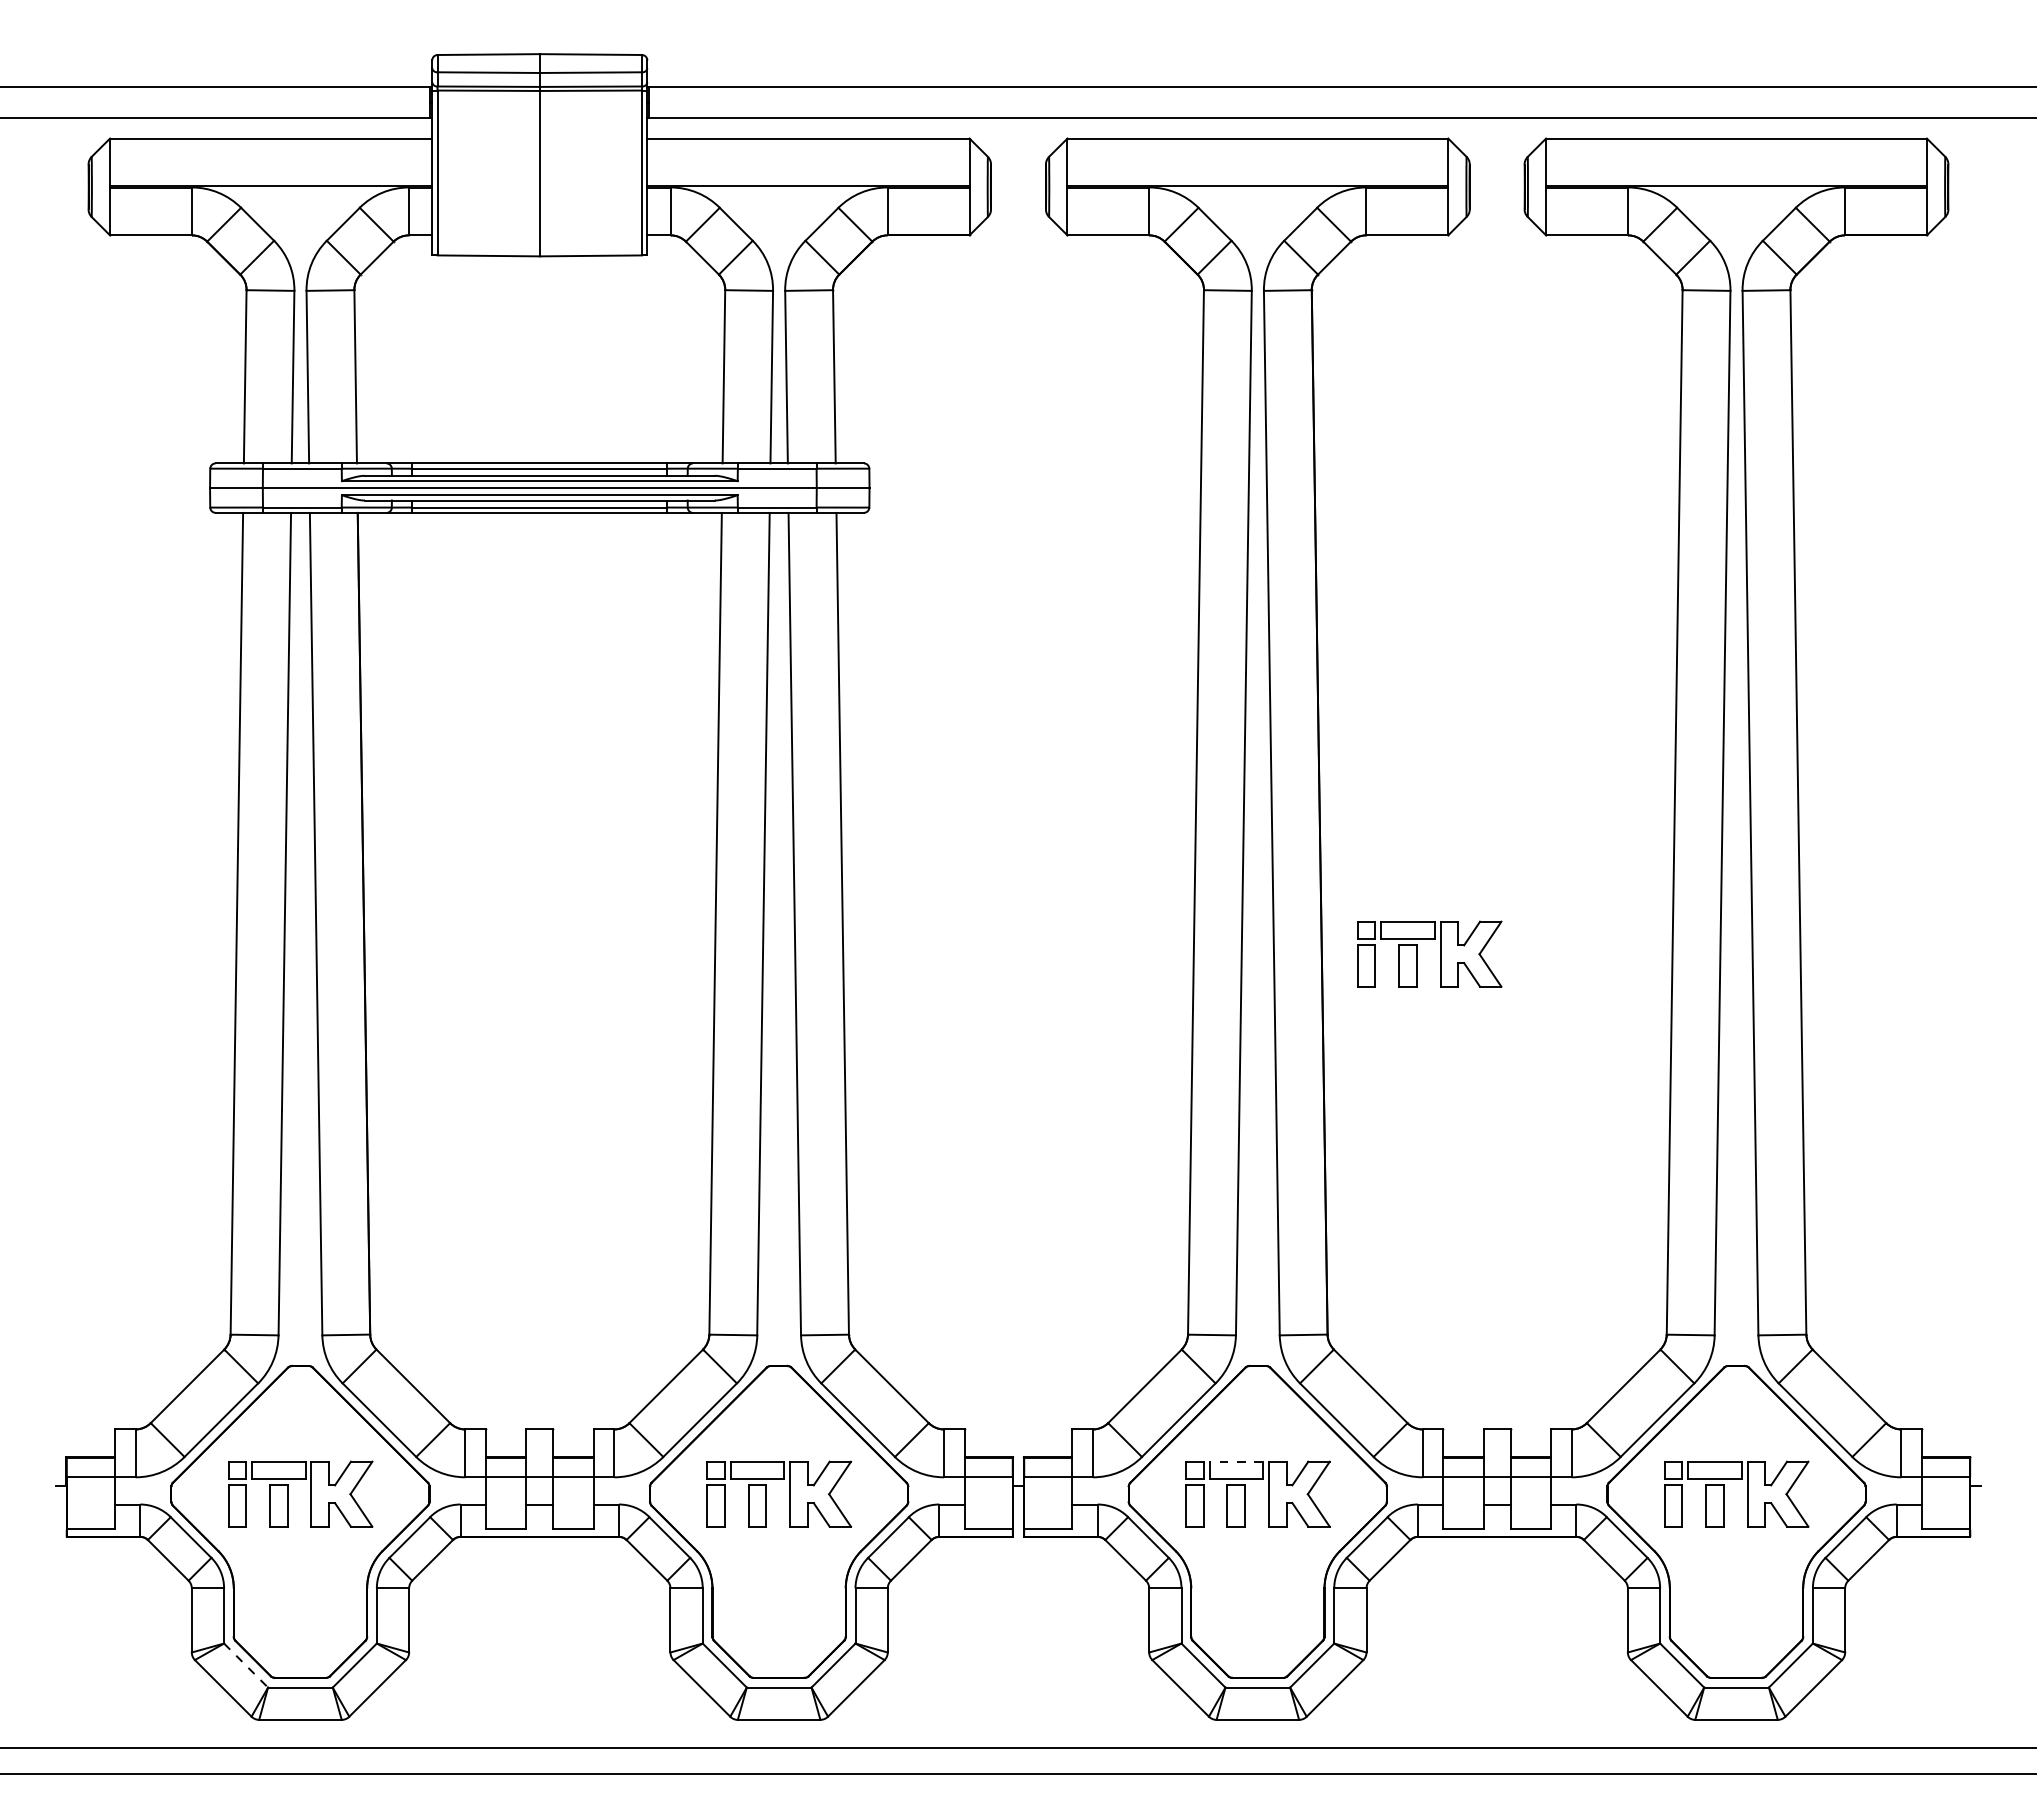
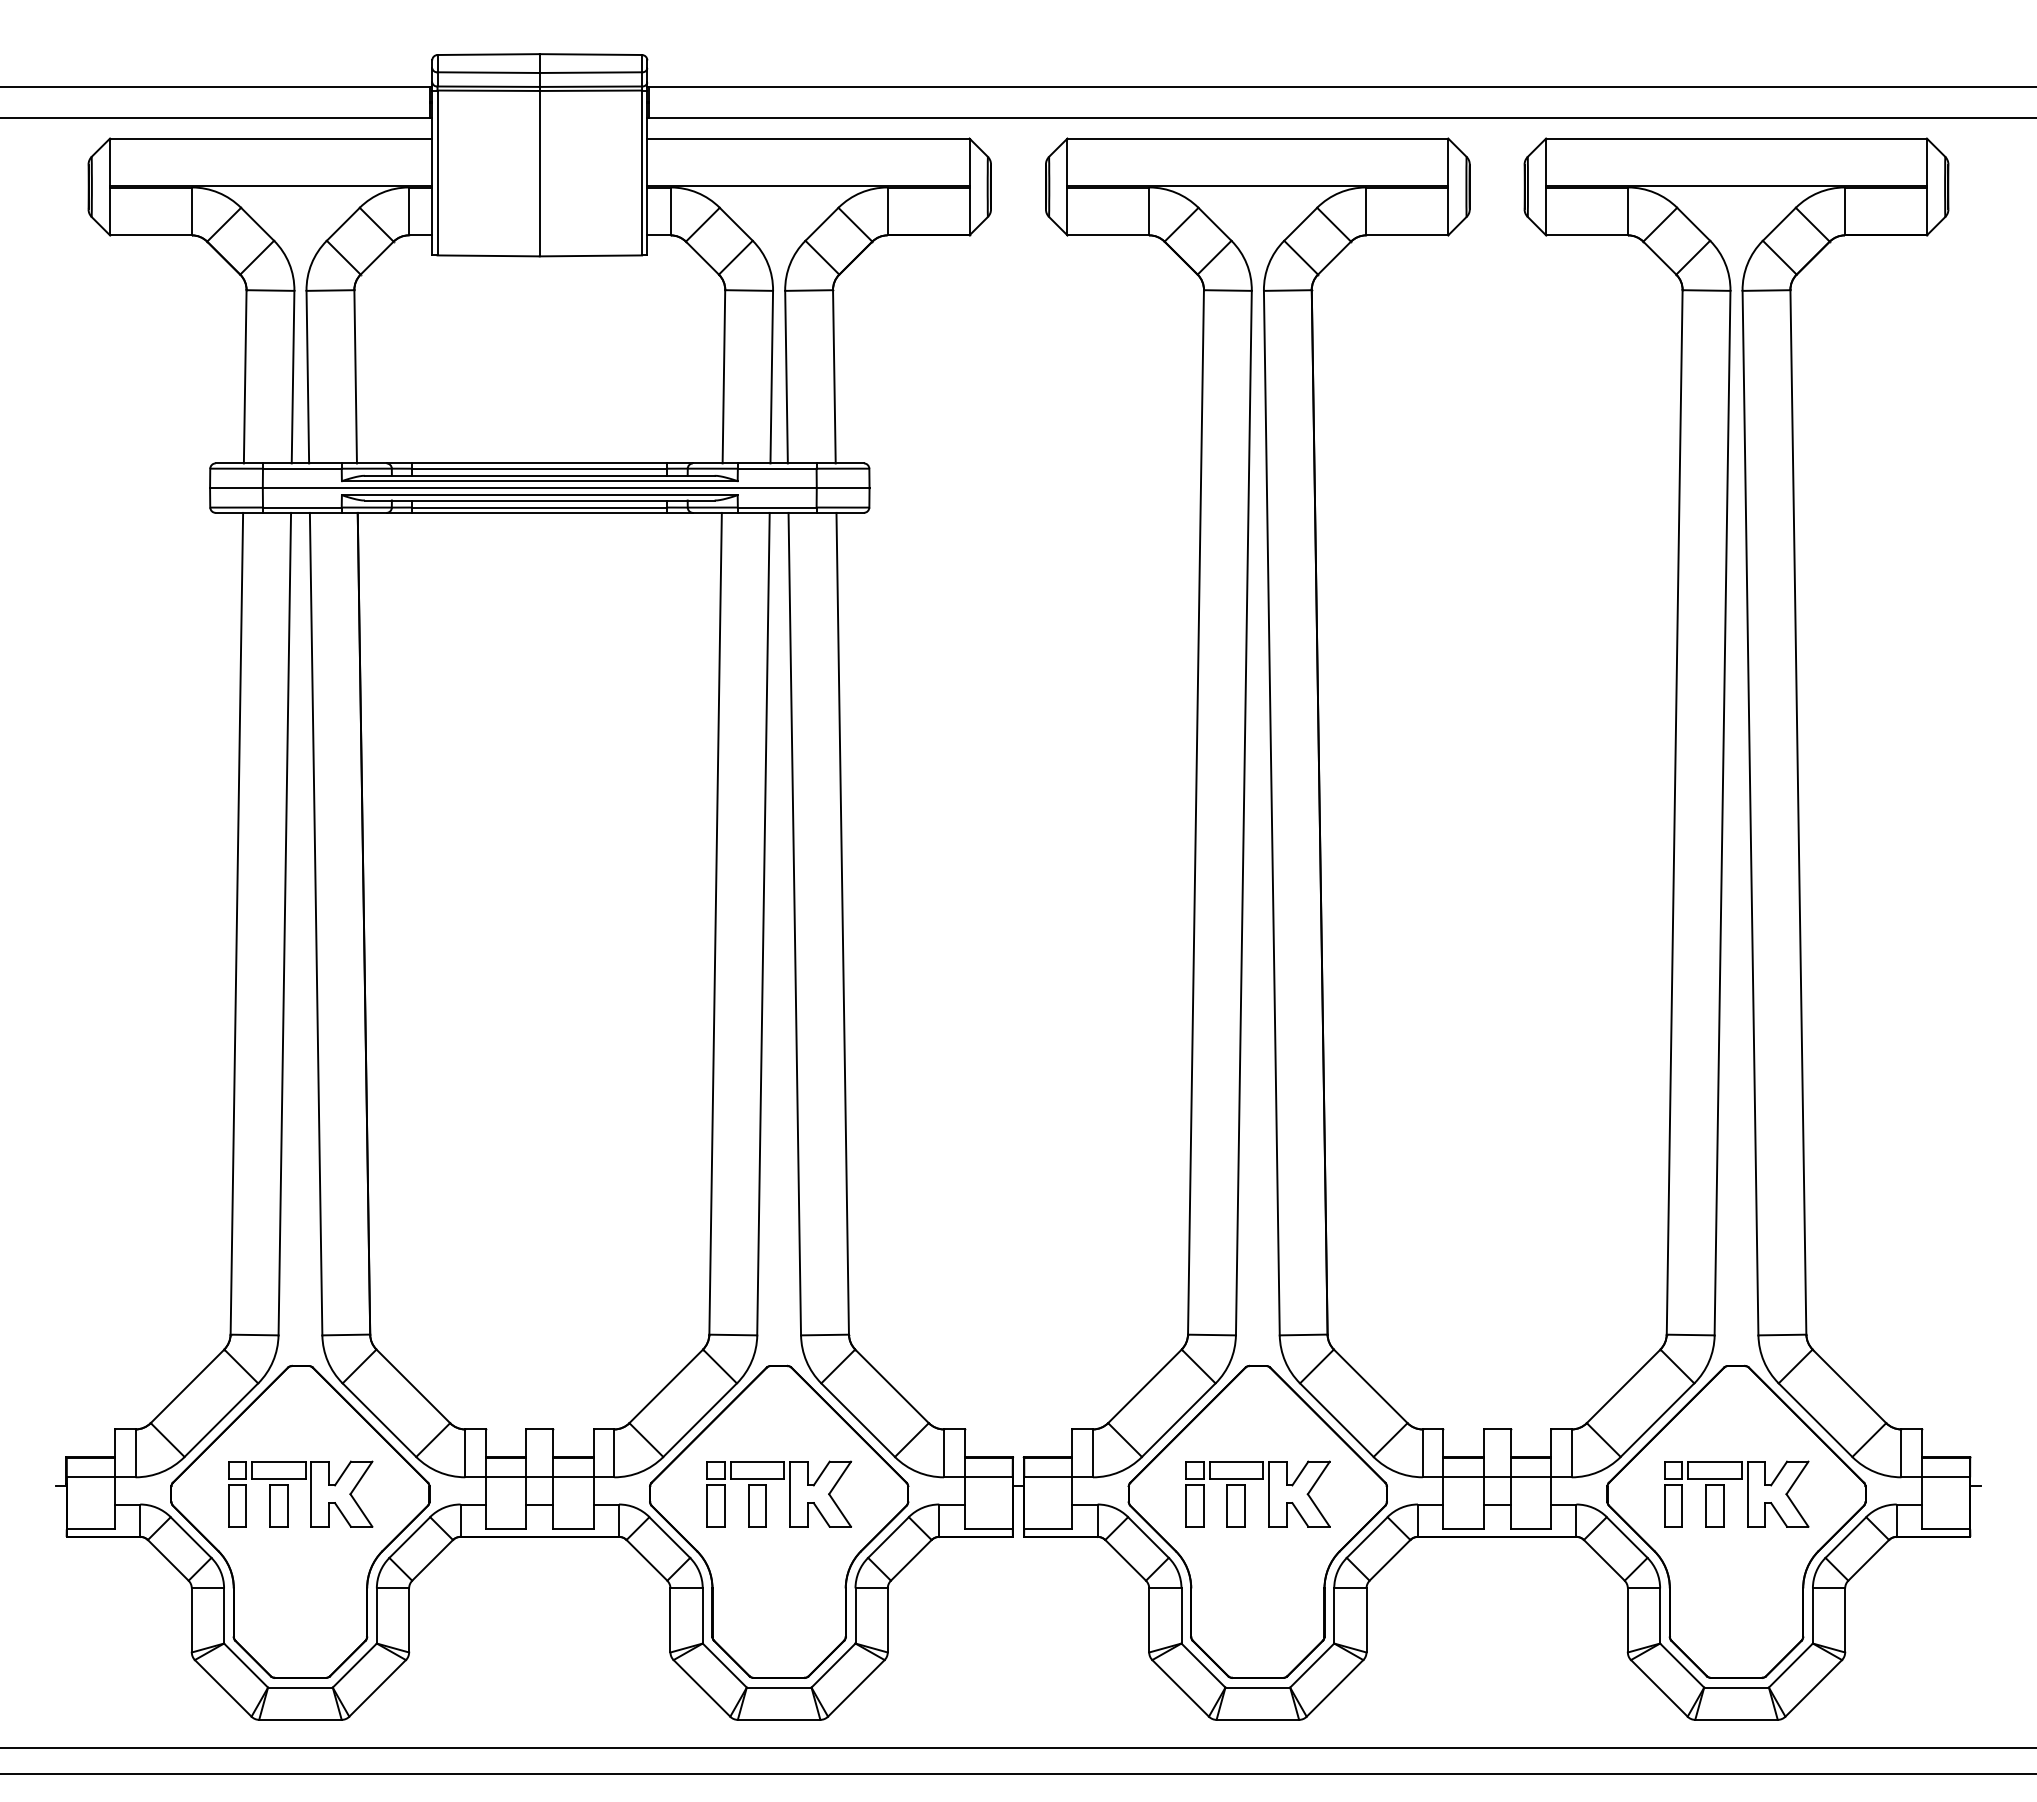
part at (1440, 953): present -> none
line at (1236, 1461): dashed -> solid
line at (246, 1665): dashed -> solid
